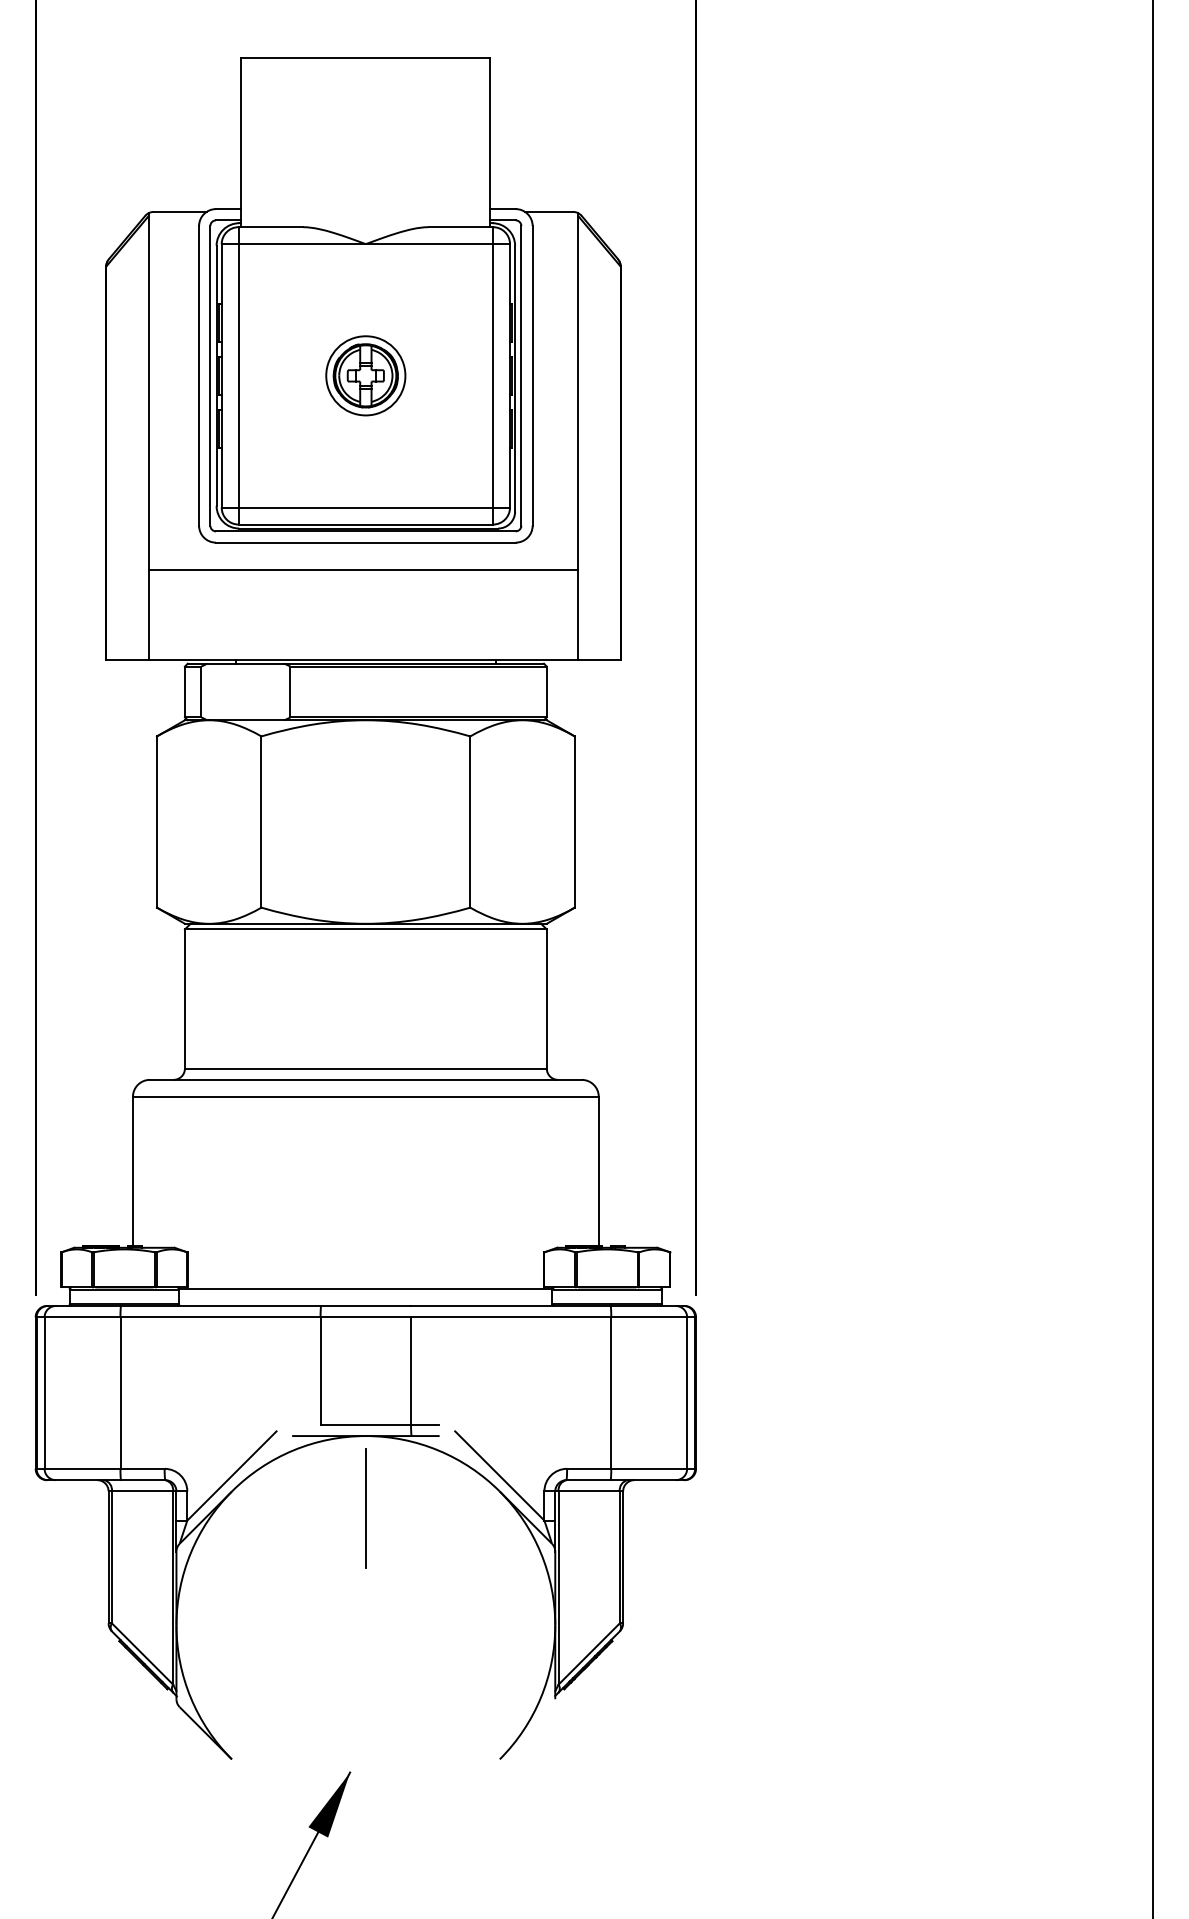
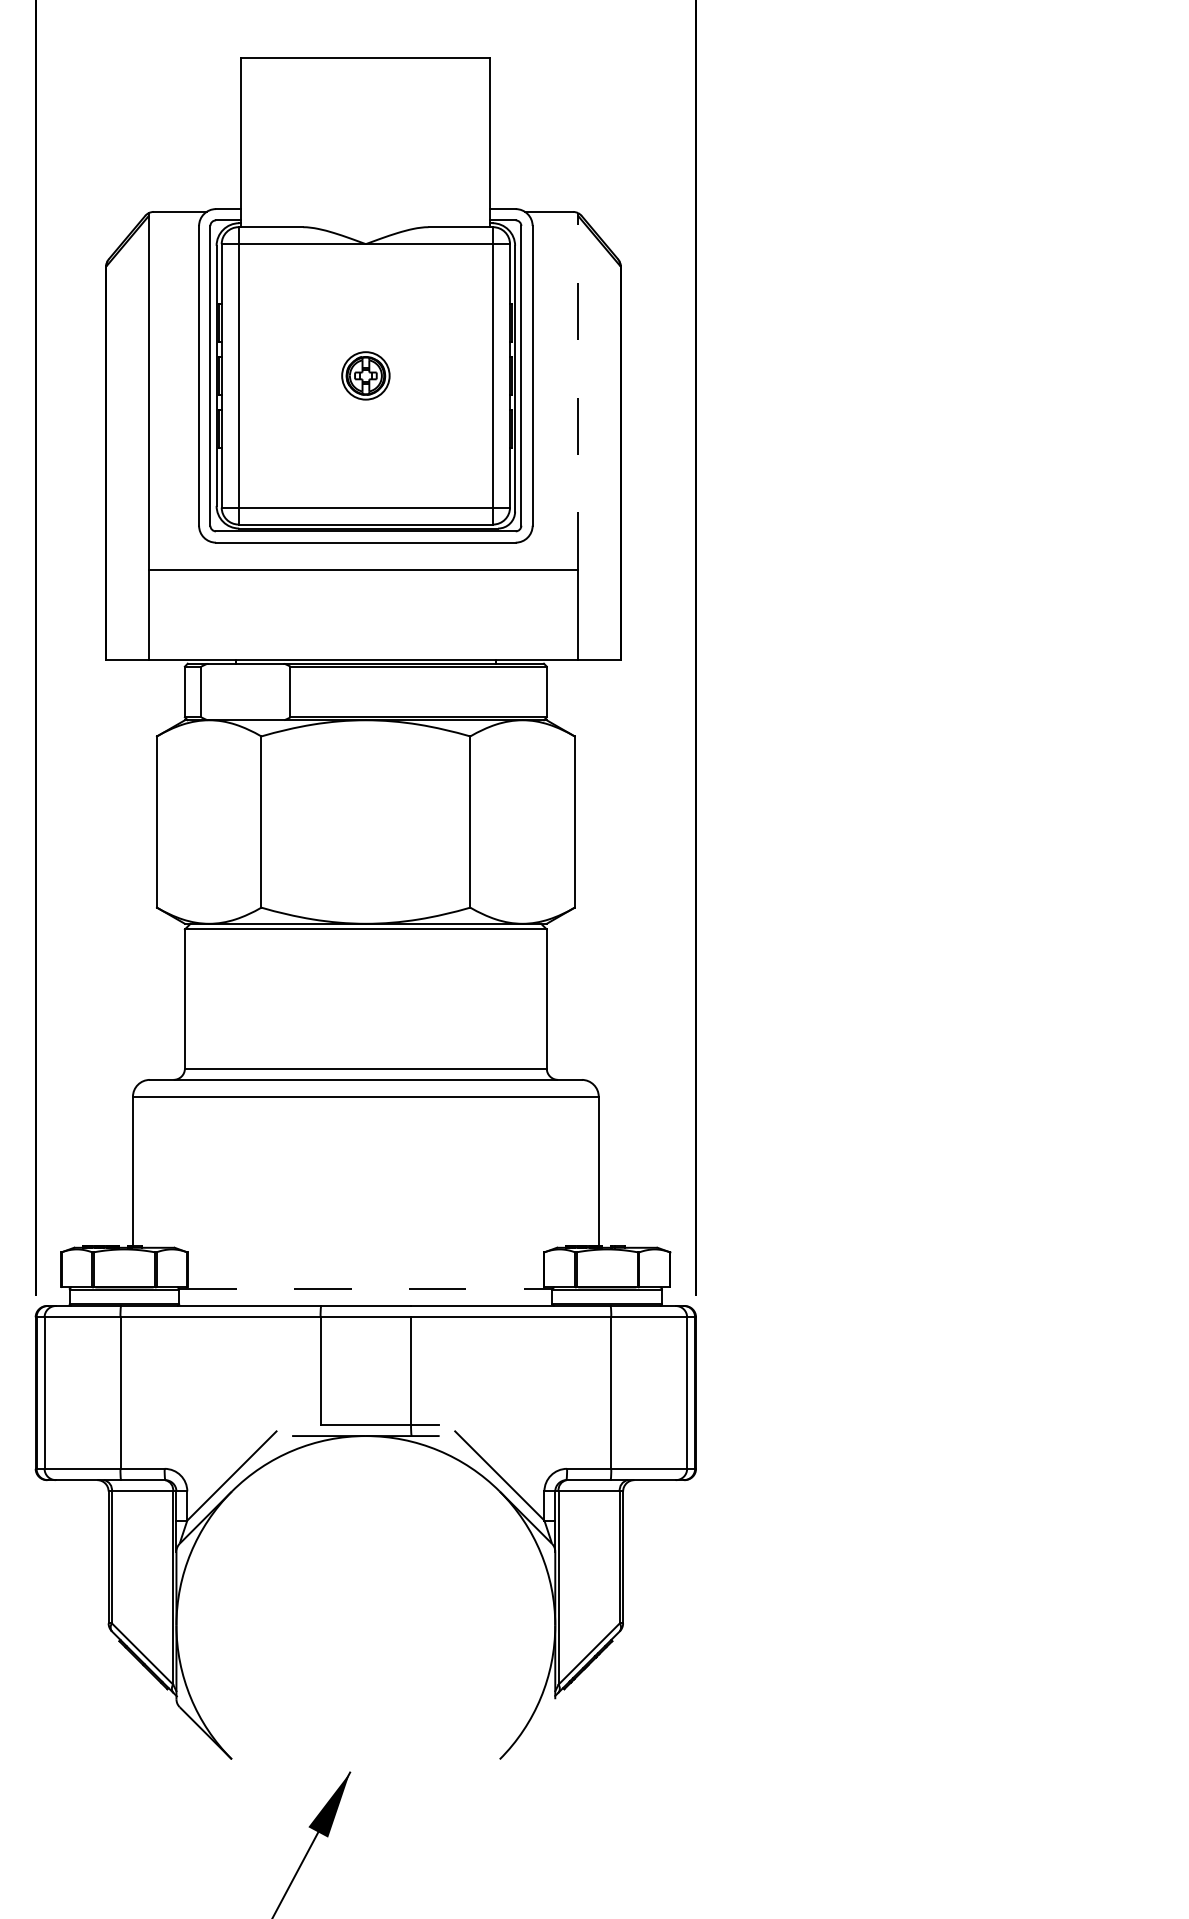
part at (365, 375) size: 82x82 px -> 50x50 px
line at (578, 391): solid -> dashed
line at (1153, 958): present -> none
line at (365, 1289): solid -> dashed
line at (365, 1508): present -> none
